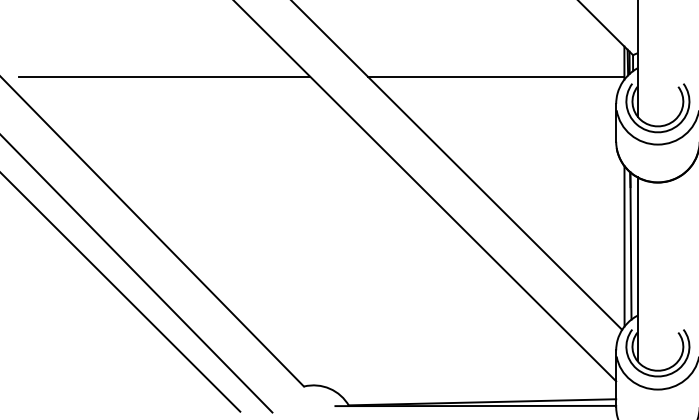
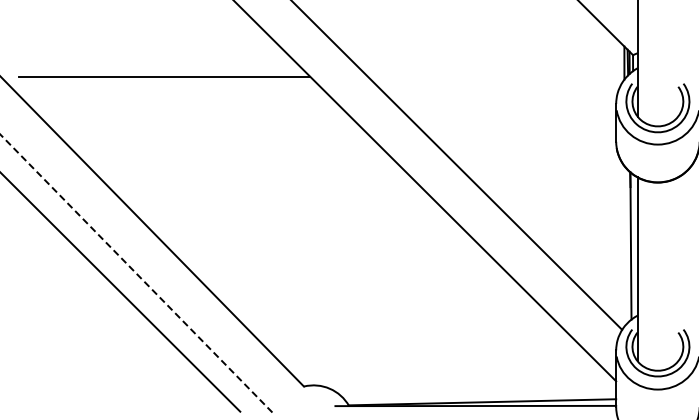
line at (495, 76): present -> none
line at (624, 246): present -> none
line at (136, 273): solid -> dashed
